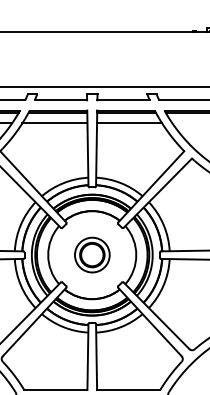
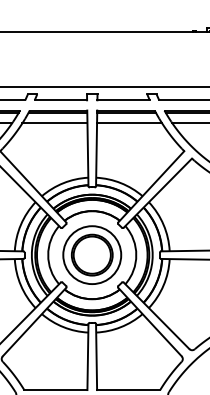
line at (189, 123): none -> present
part at (92, 254) size: 37x38 px -> 61x60 px
